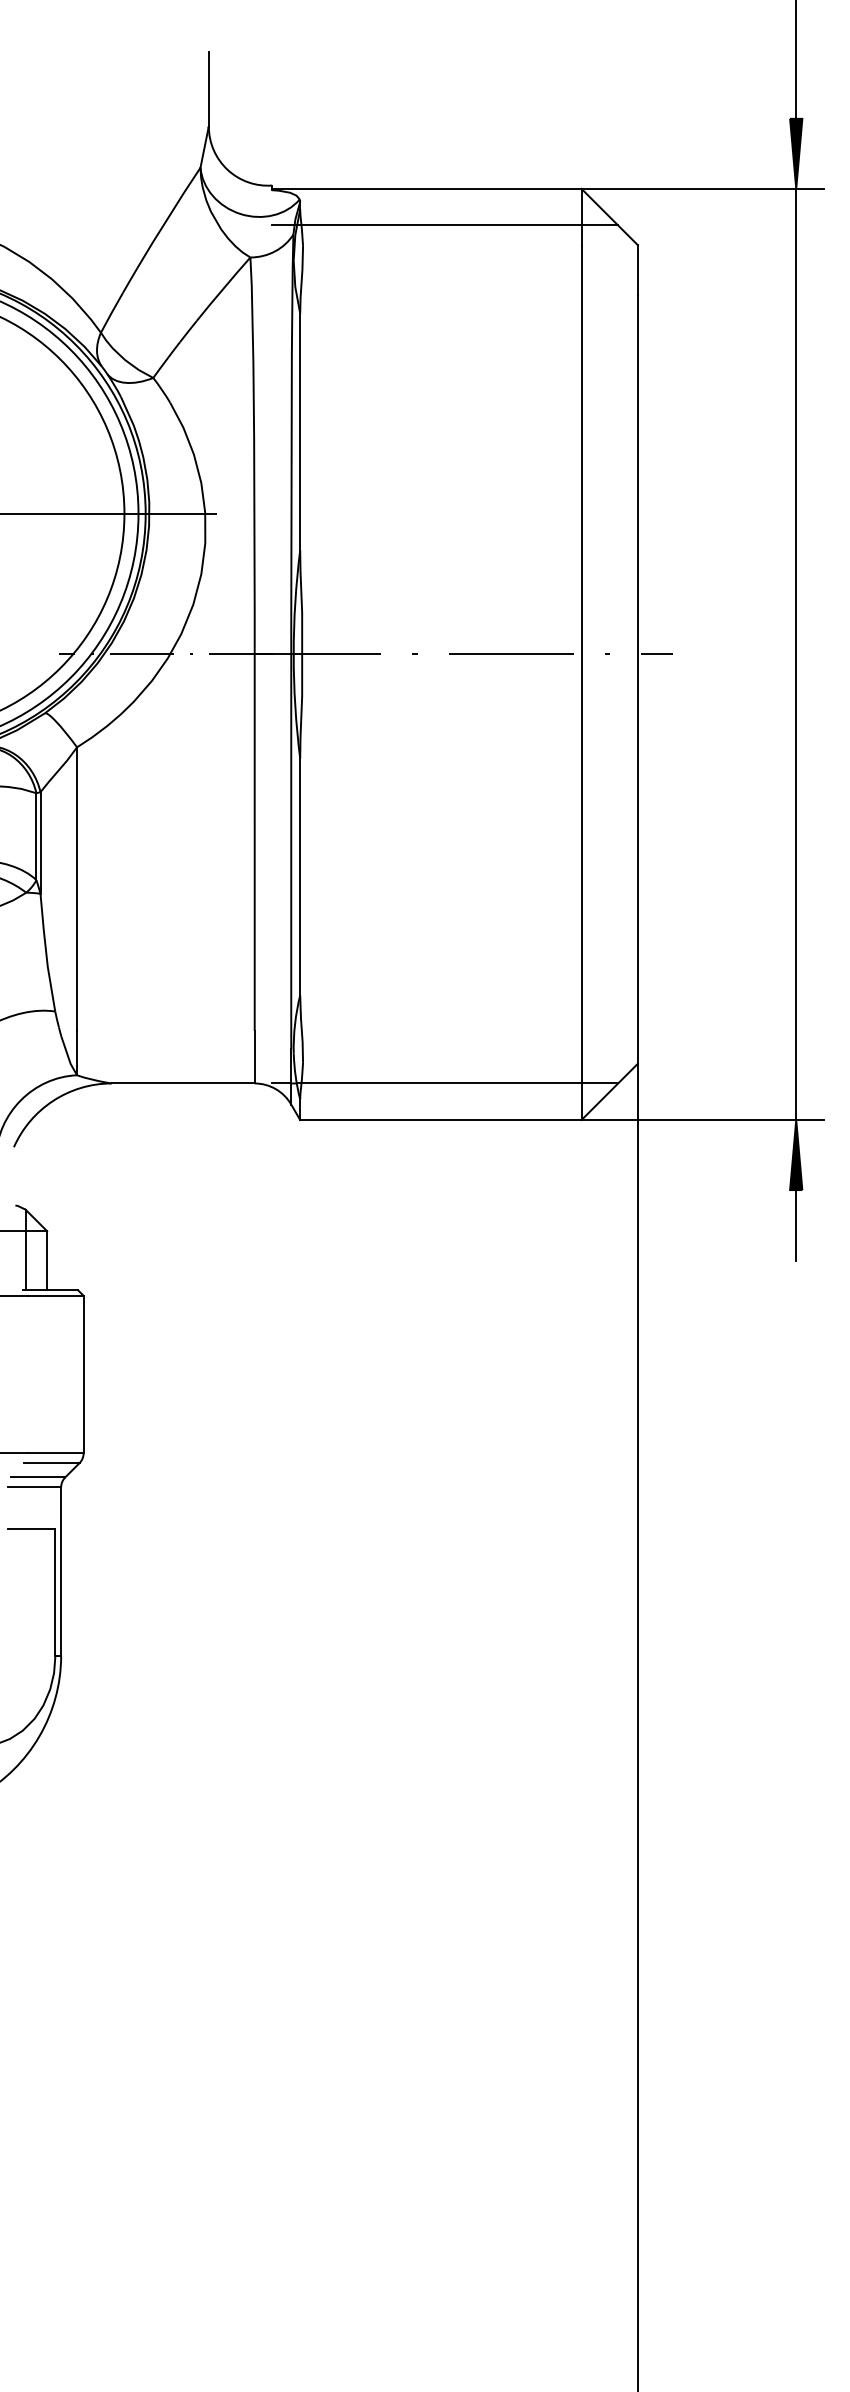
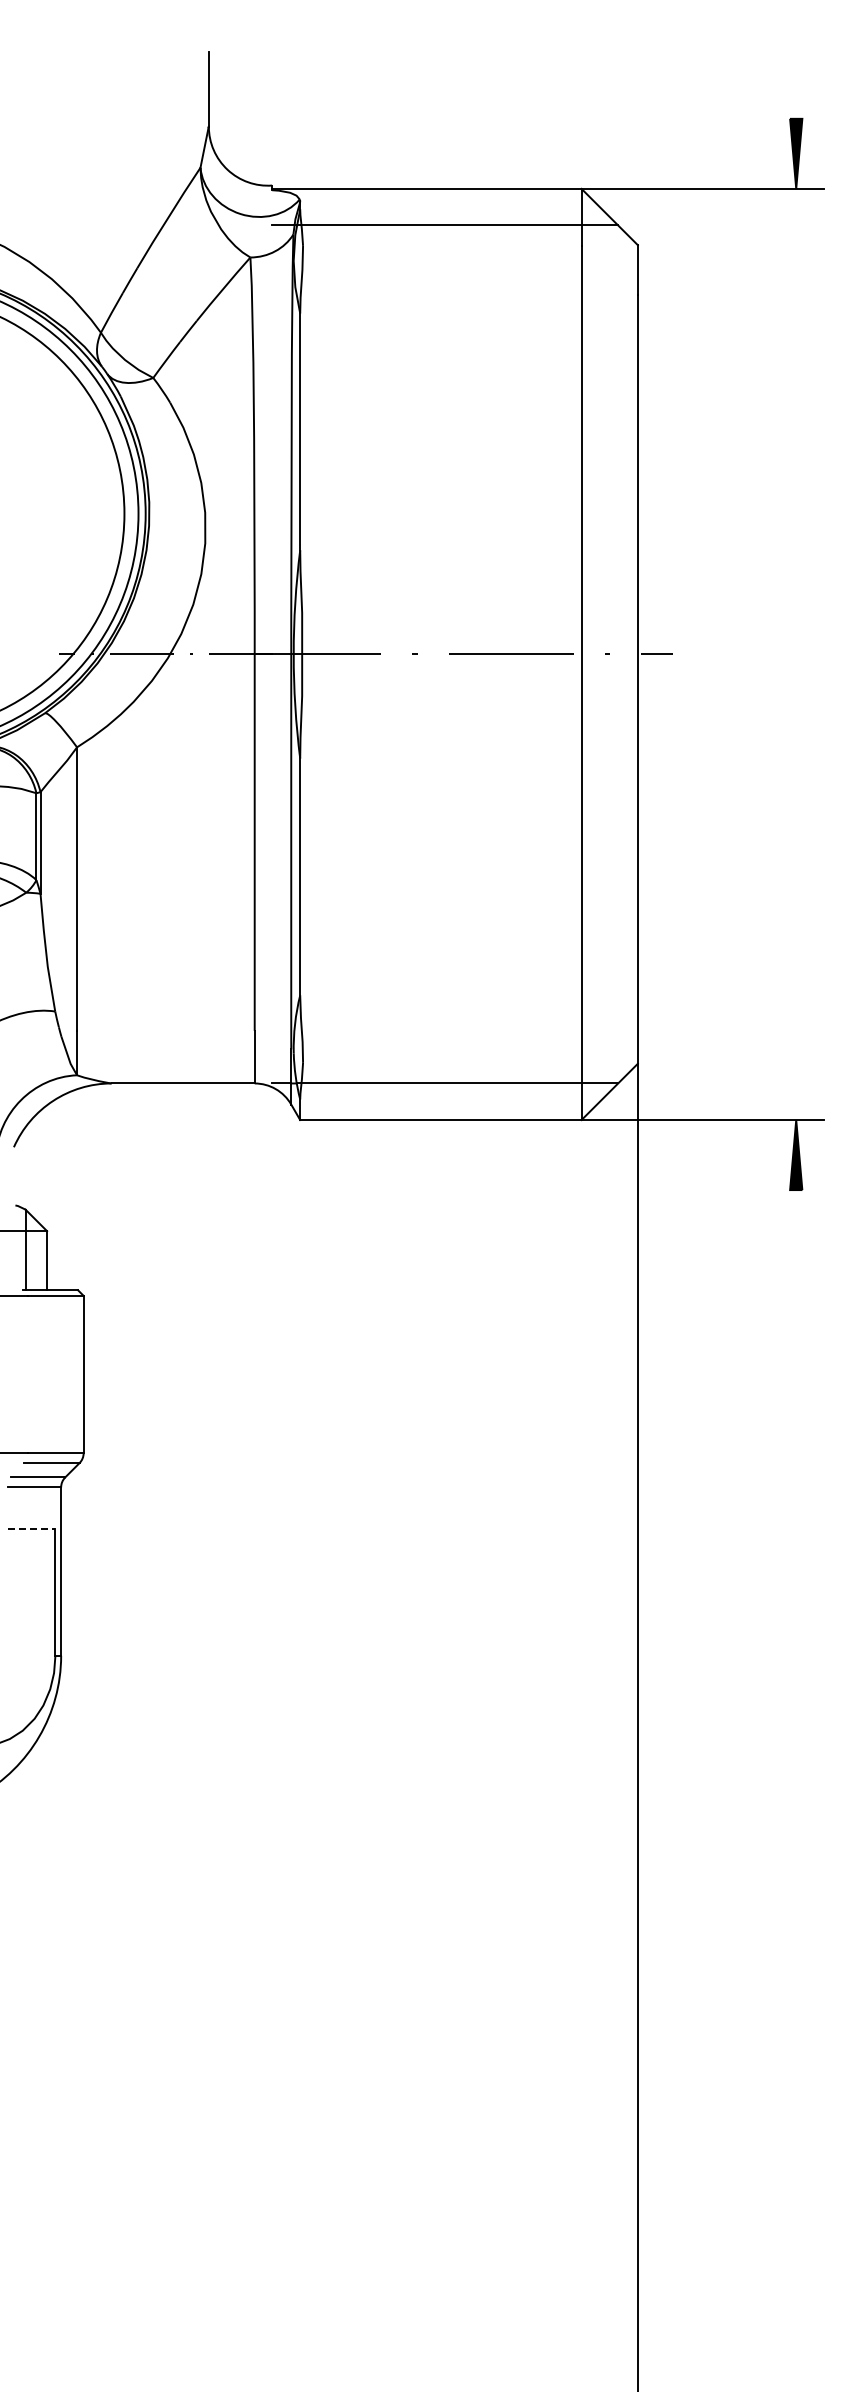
line at (796, 60): present -> none
line at (109, 513): present -> none
line at (796, 654): present -> none
line at (796, 1225): present -> none
line at (31, 1529): solid -> dashed
